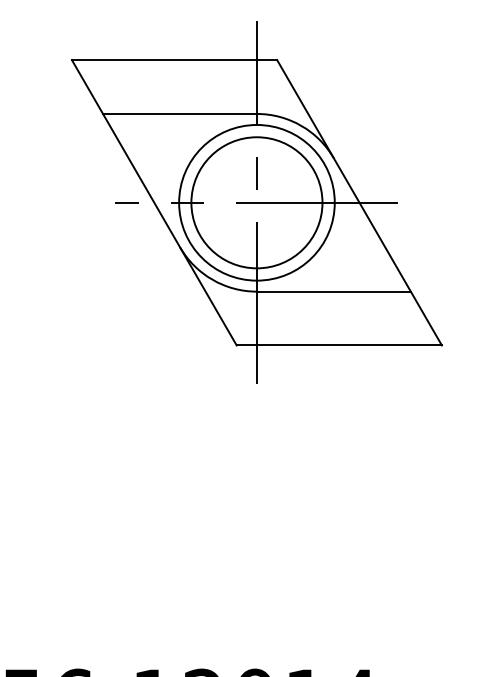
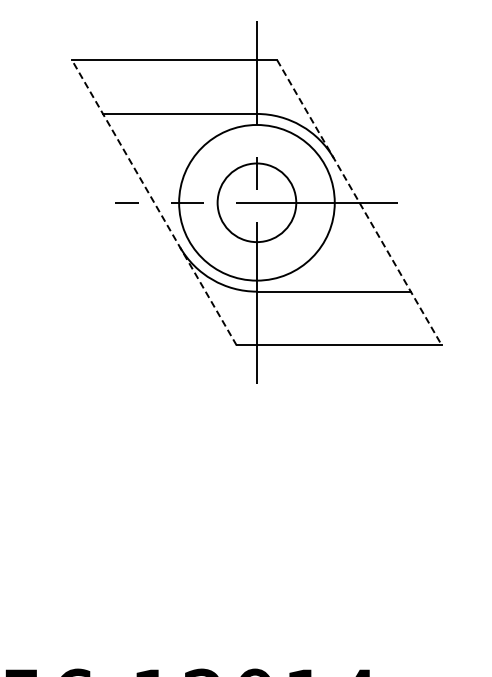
line at (154, 202): solid -> dashed
circle at (256, 202) diameter: 131 px -> 79 px
line at (359, 202): solid -> dashed
